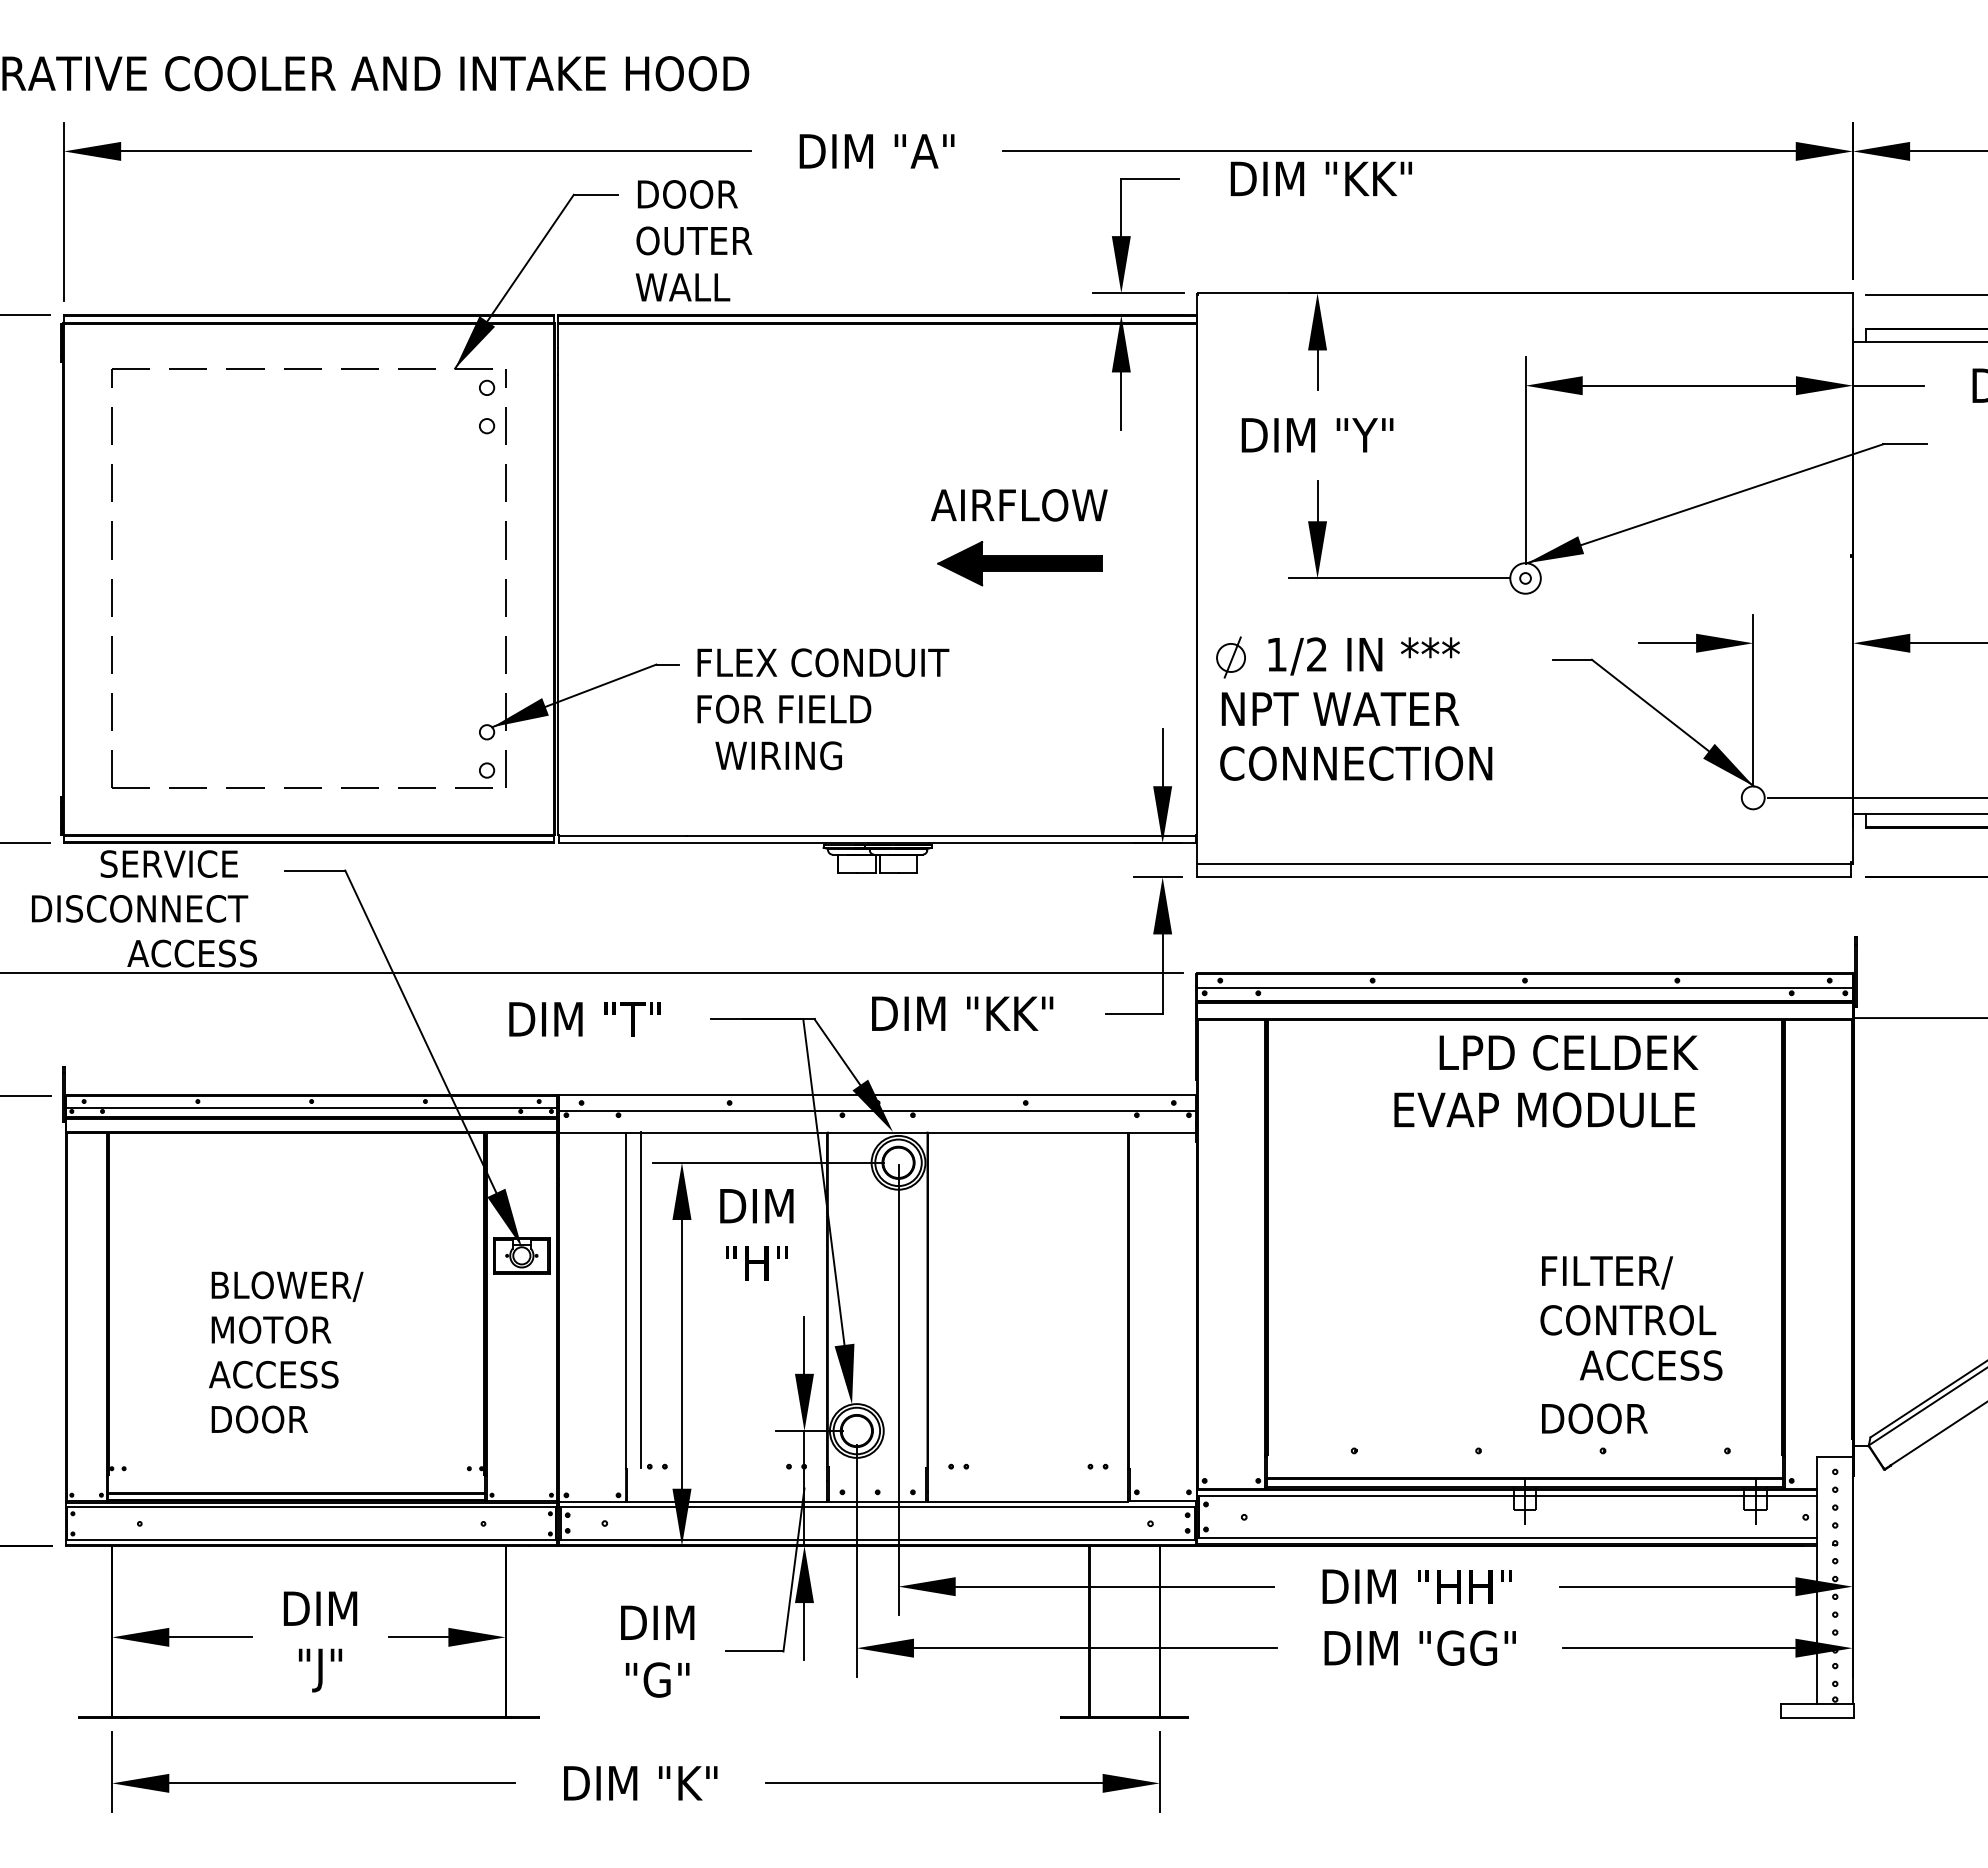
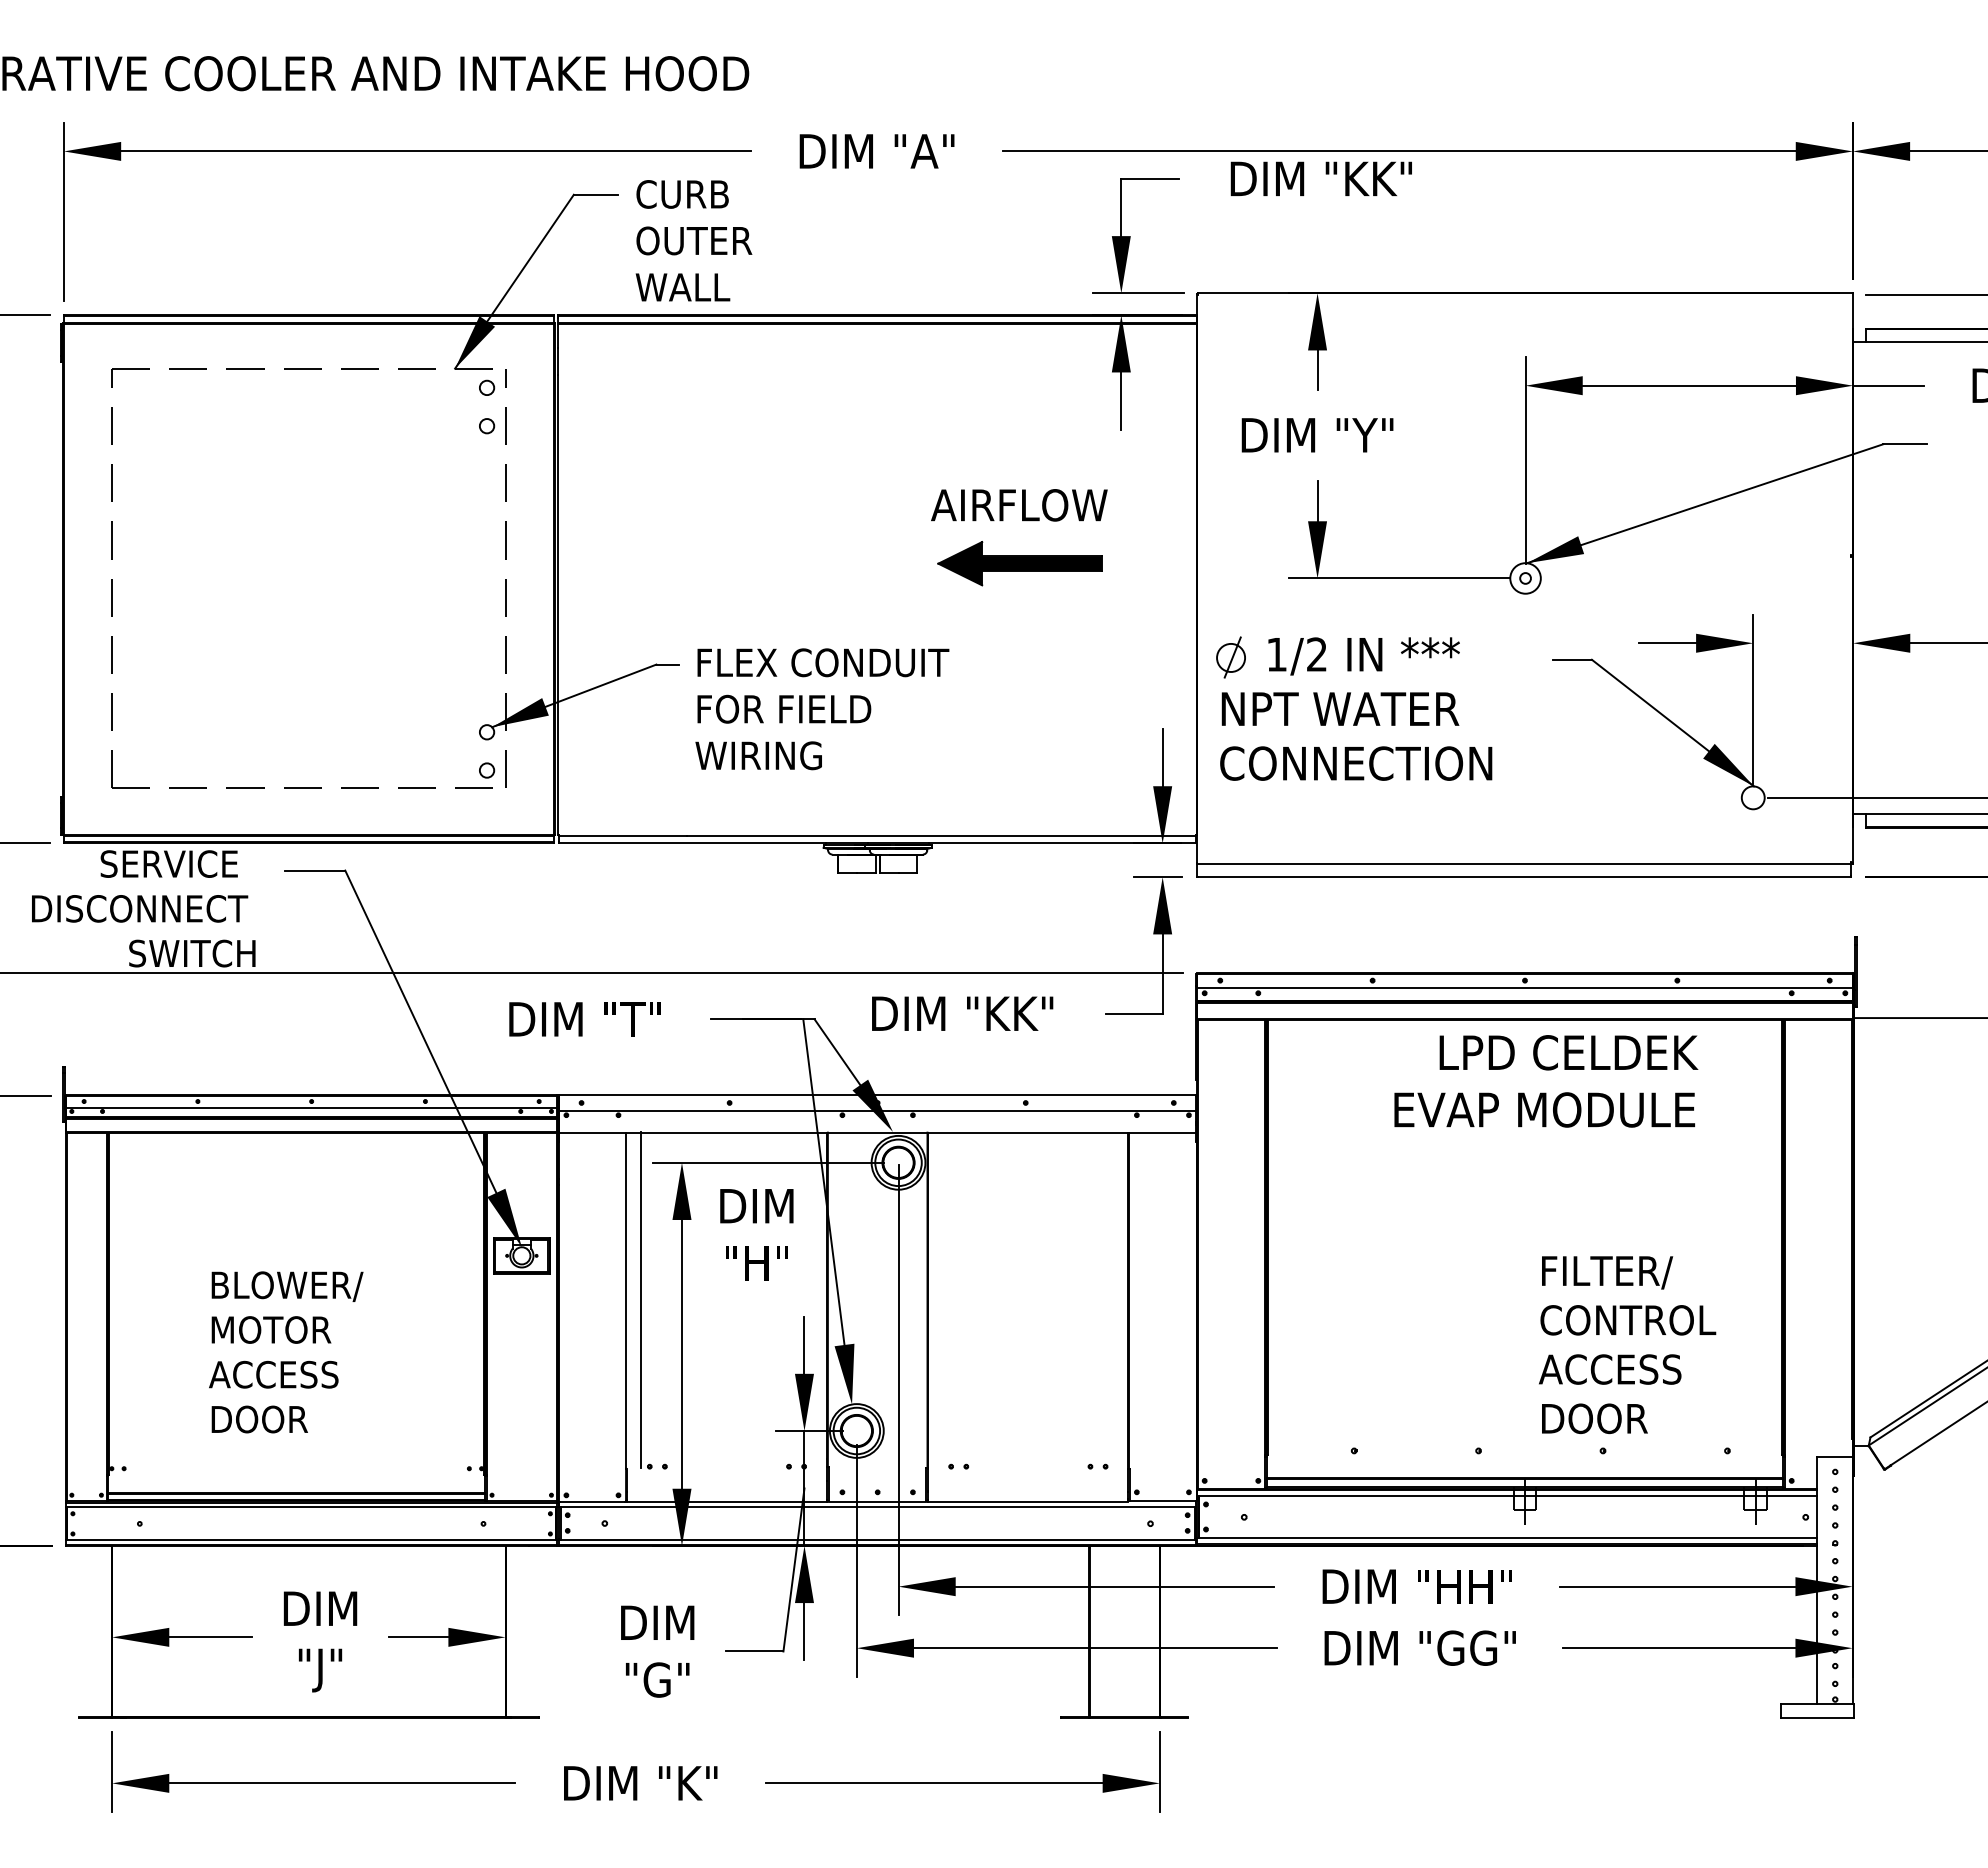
text at (686, 194): DOOR -> CURB
text at (778, 755) position: (778, 755) -> (758, 755)
text at (191, 953): ACCESS -> SWITCH
text at (1651, 1365) position: (1651, 1365) -> (1610, 1369)
